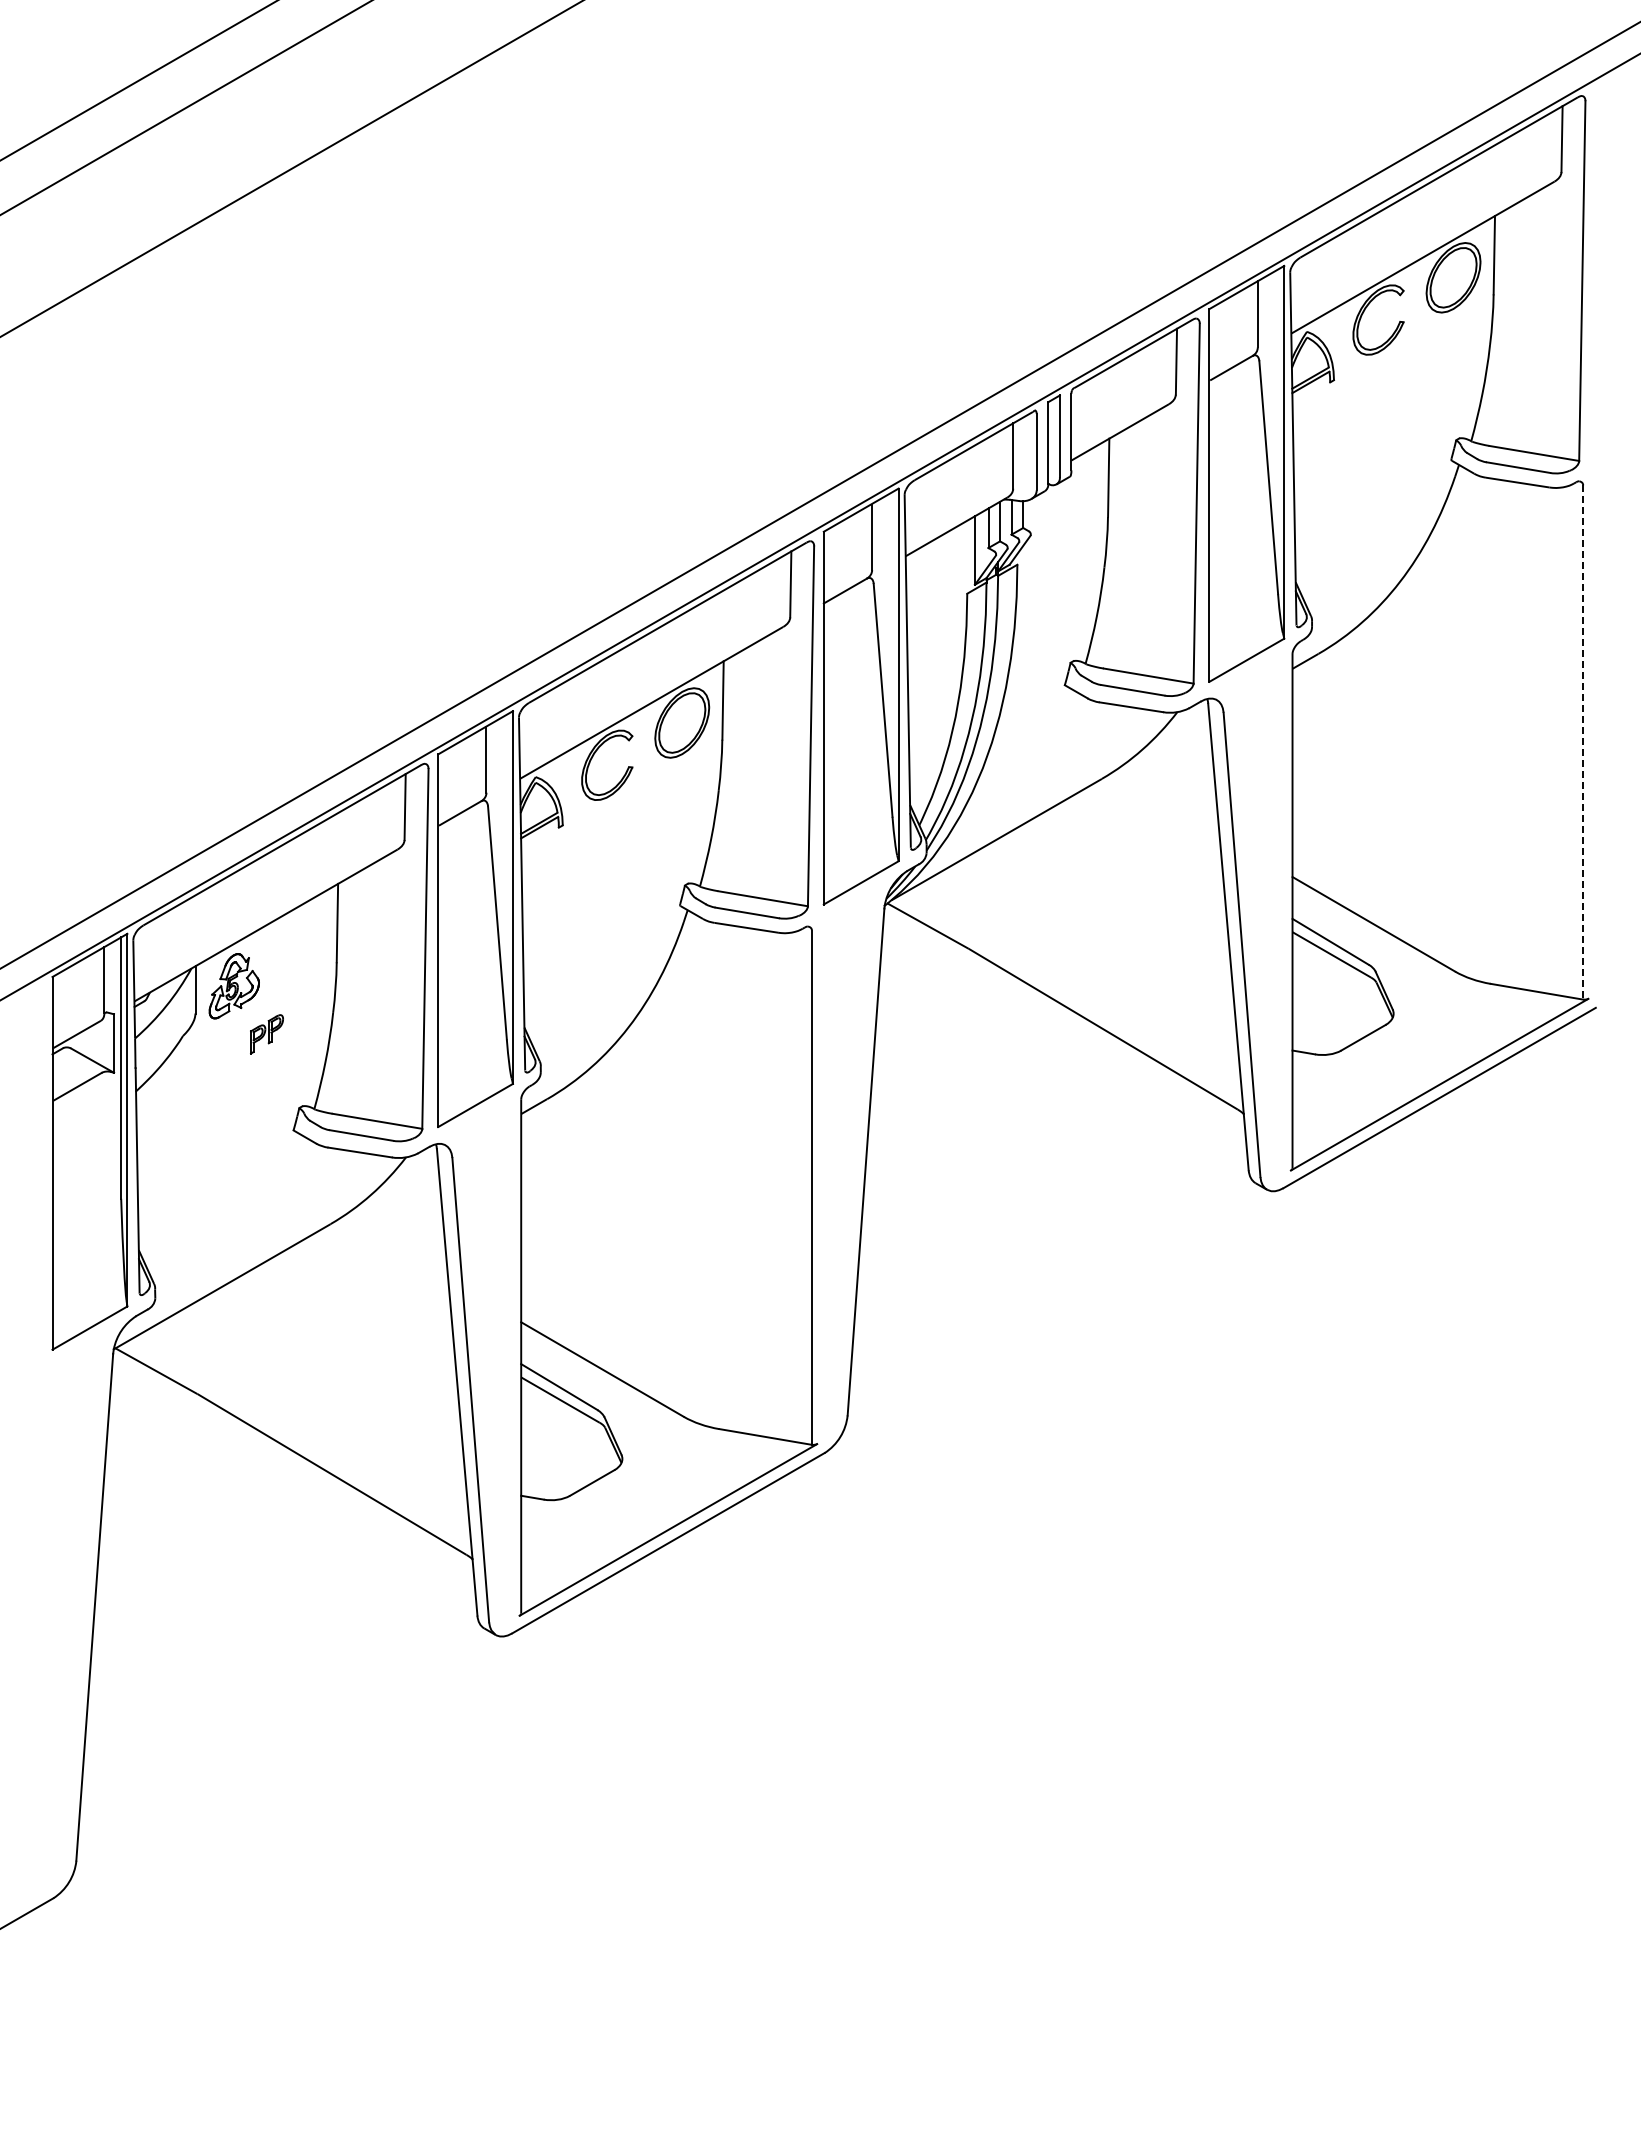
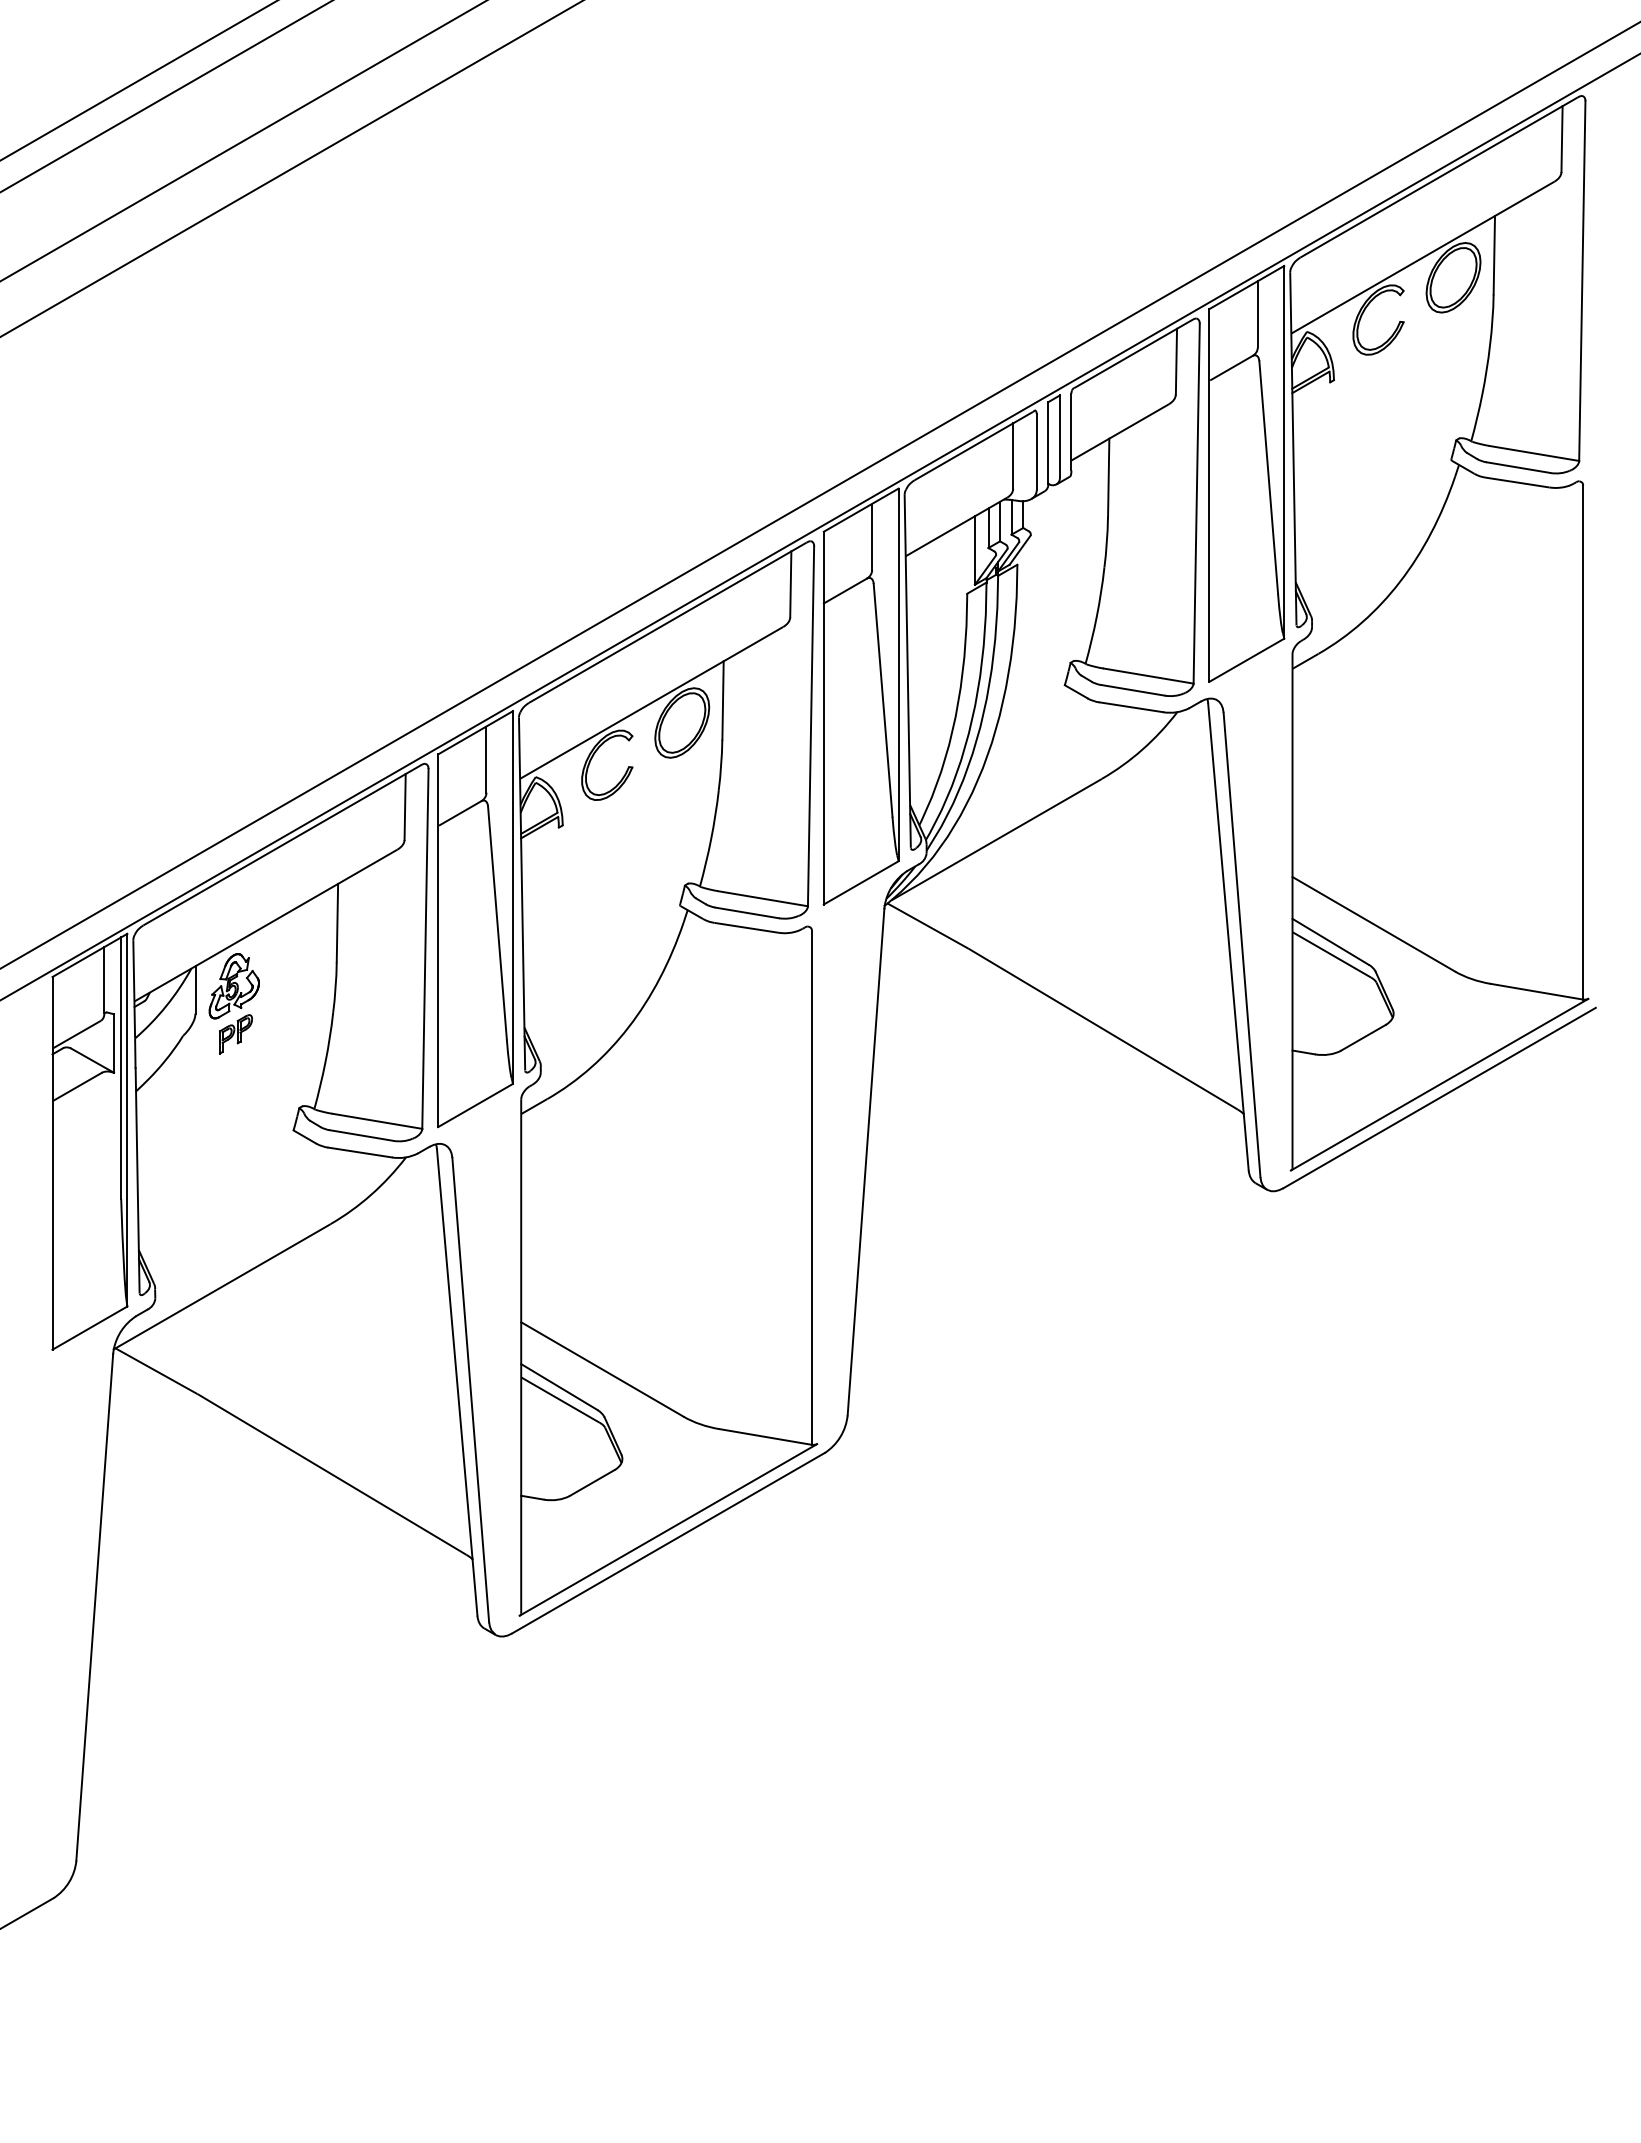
line at (185, 108) position: (185, 108) -> (165, 96)
line at (242, 141): none -> present
line at (1583, 742): dashed -> solid
part at (266, 1034) position: (266, 1034) -> (235, 1034)
